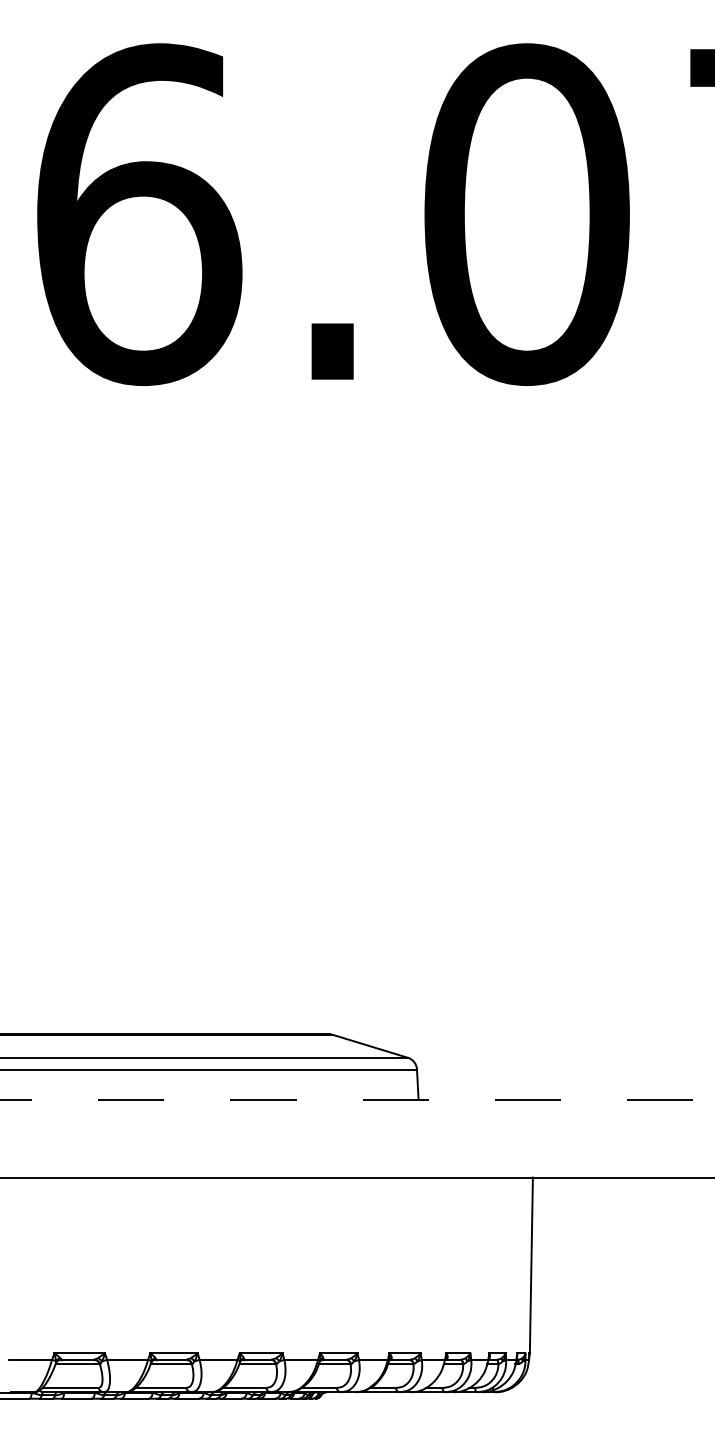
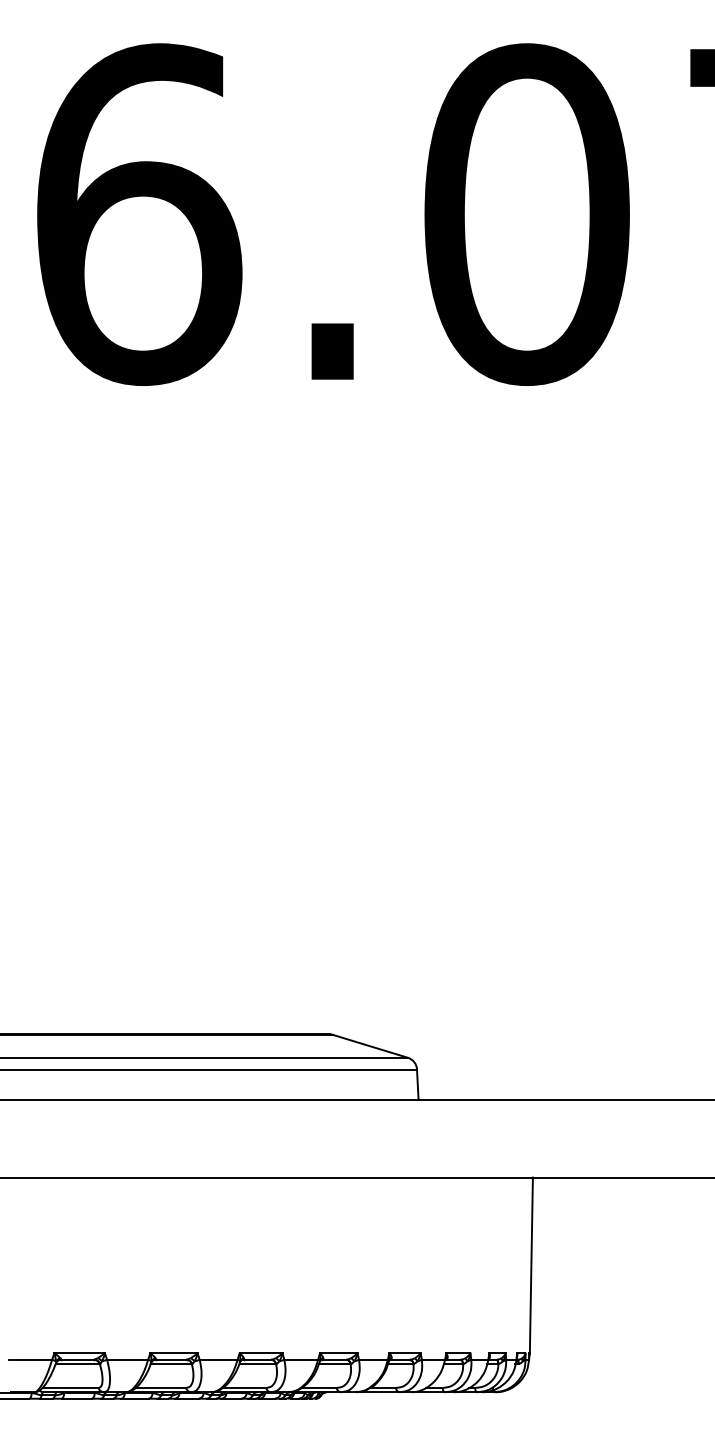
line at (357, 1099): dashed -> solid
